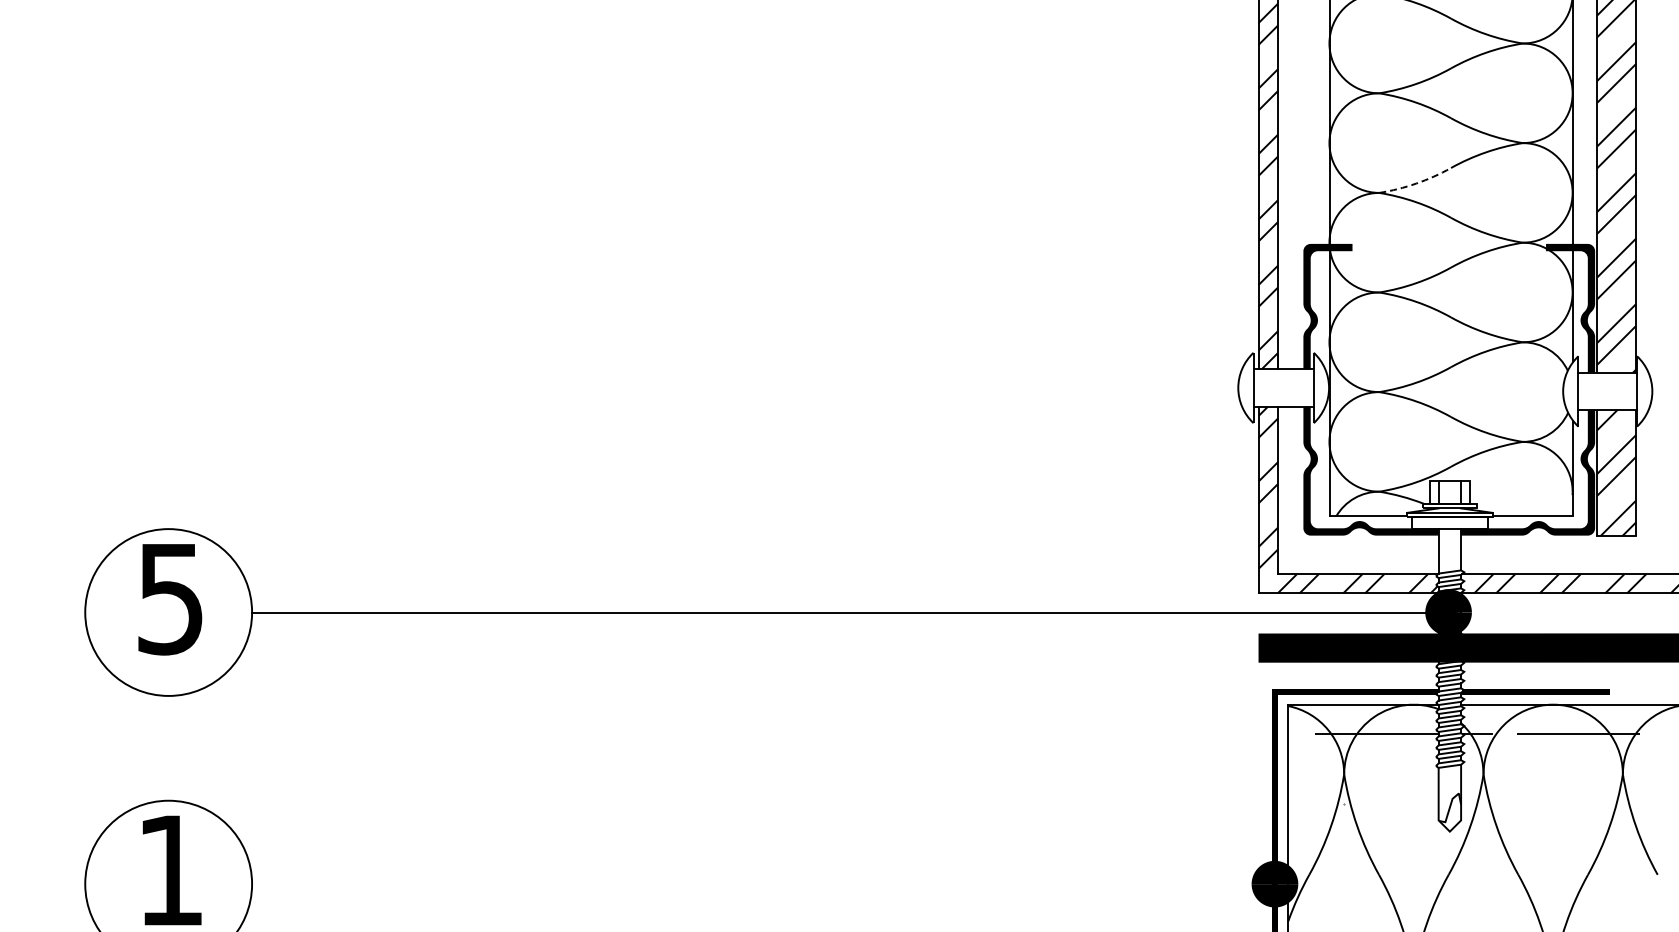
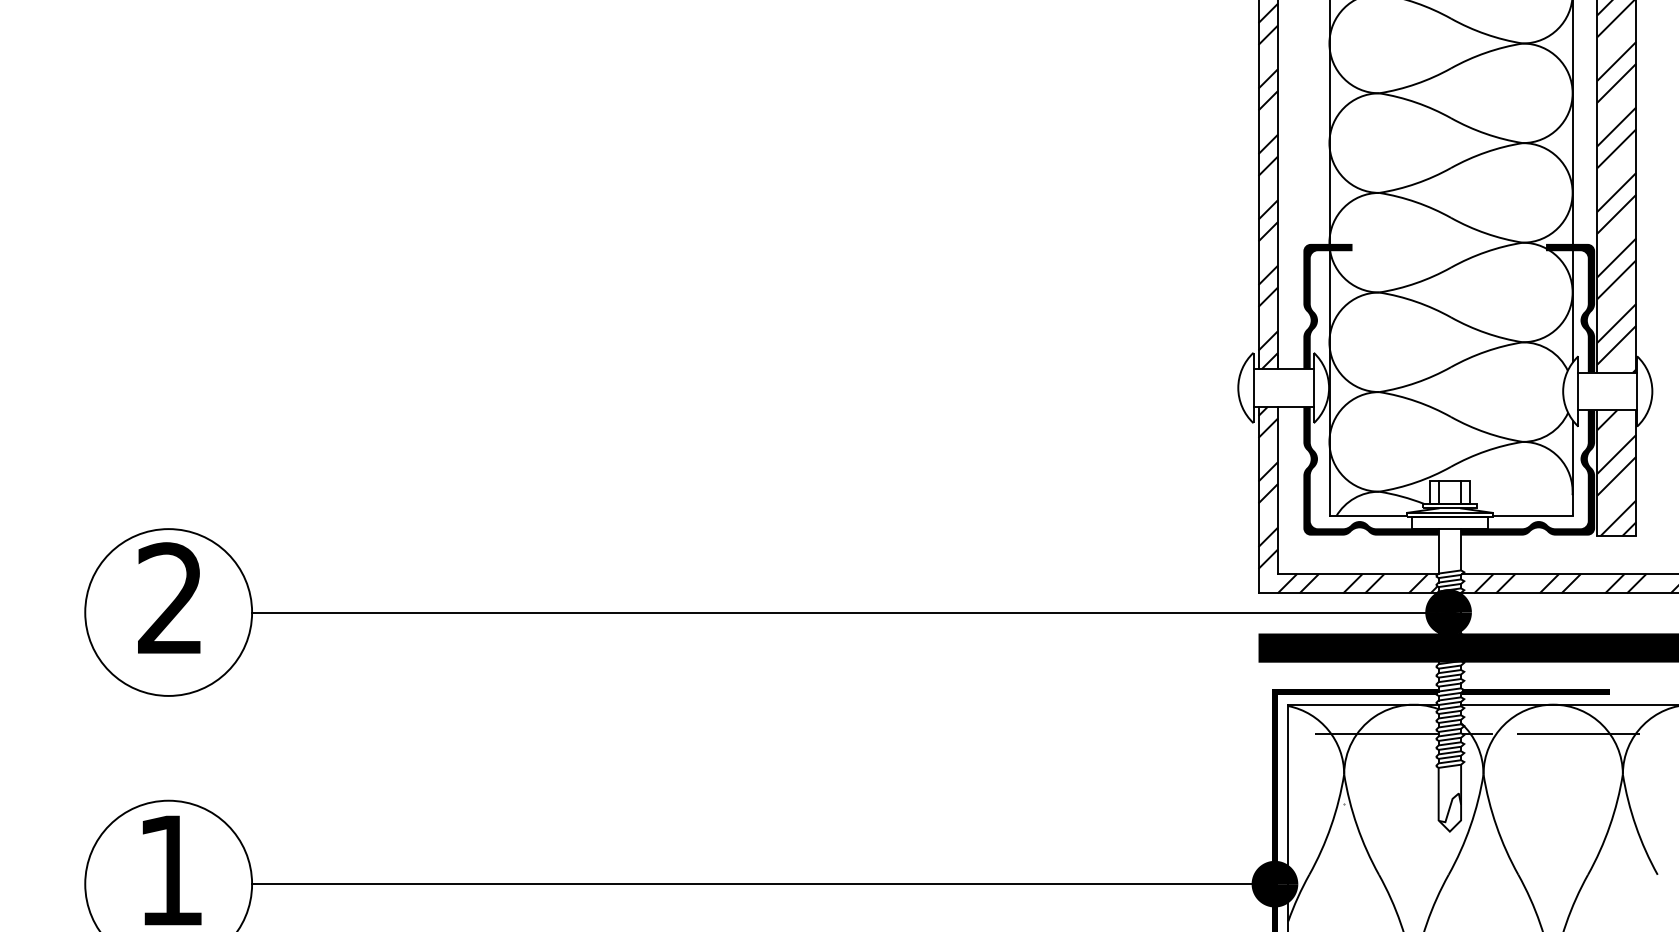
arc at (1416, 183): dashed -> solid
text at (170, 598): 5 -> 2
line at (763, 884): none -> present
